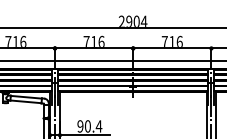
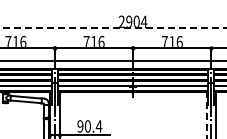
line at (113, 28): solid -> dashed
line at (206, 115): solid -> dashed
